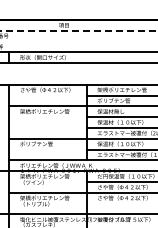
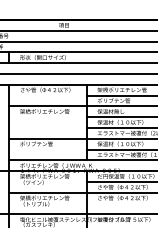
line at (78, 30): dashed -> solid
line at (78, 41): none -> present
line at (78, 74): none -> present
